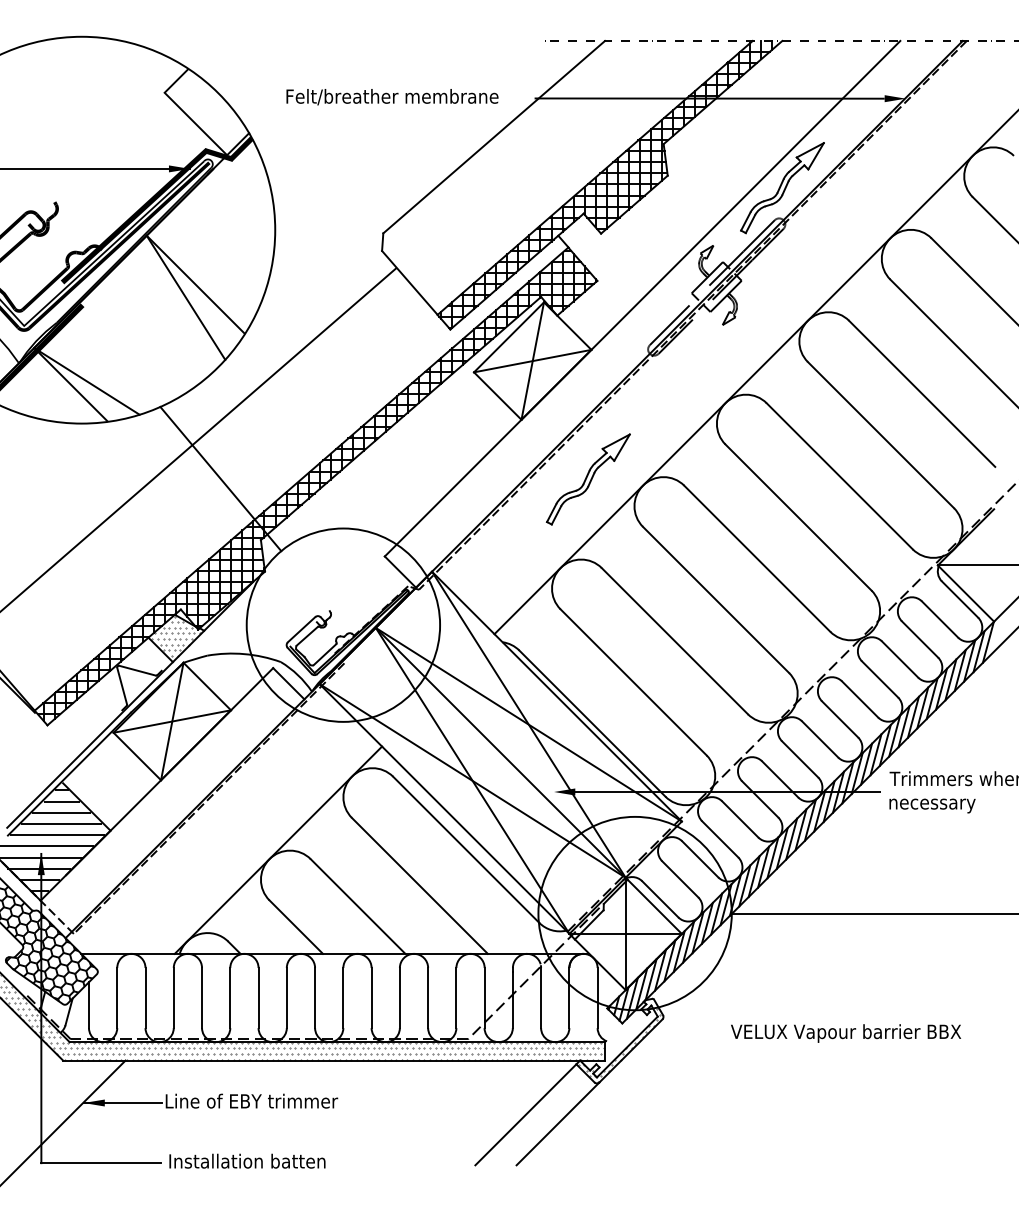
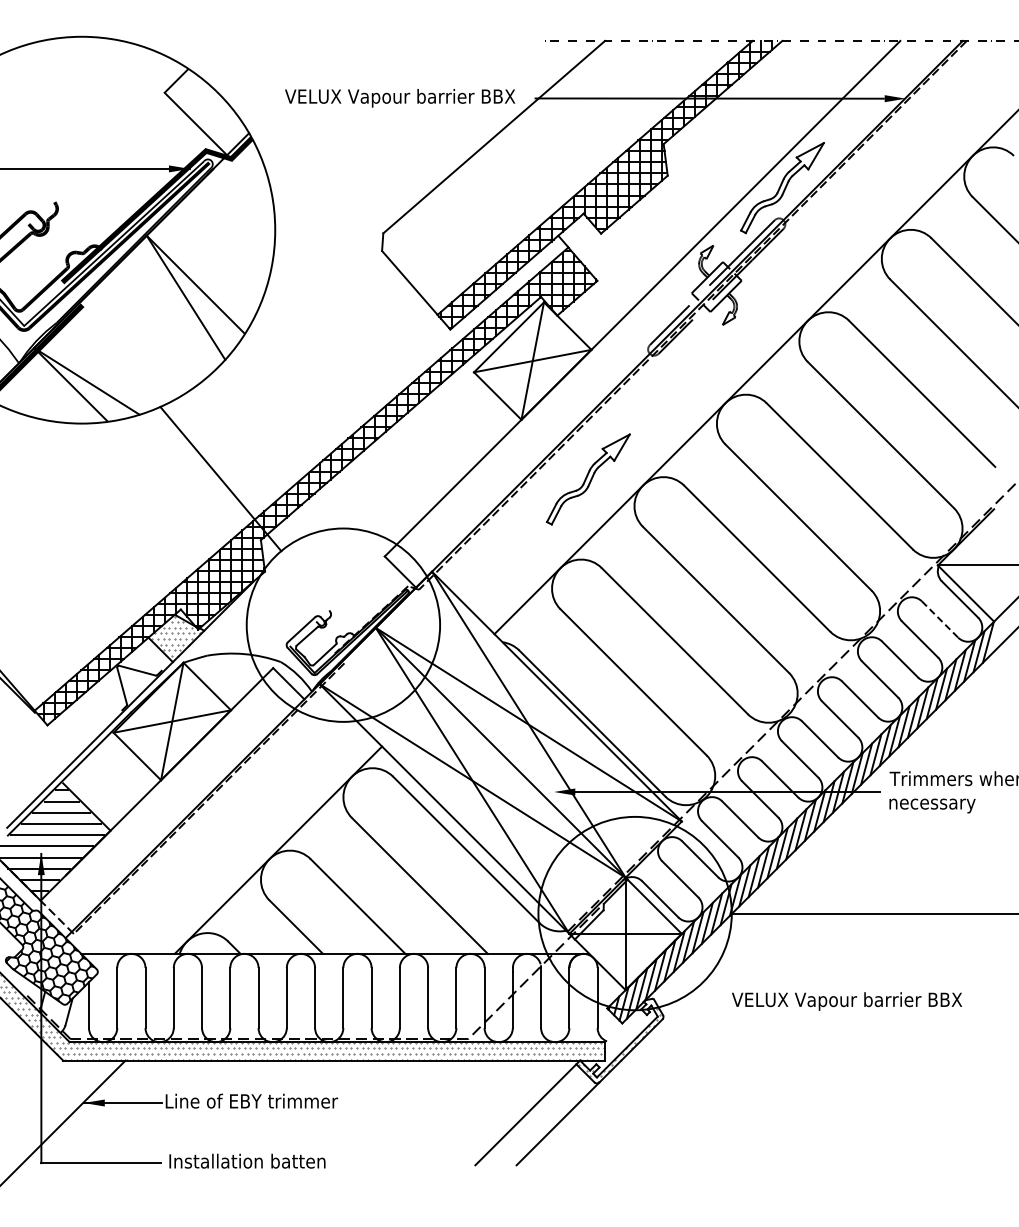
text at (400, 98): Felt/breather membrane -> VELUX Vapour barrier BBX
line at (199, 439): present -> none
line at (940, 619): solid -> dashed
text at (845, 1033) position: (845, 1033) -> (846, 1001)
